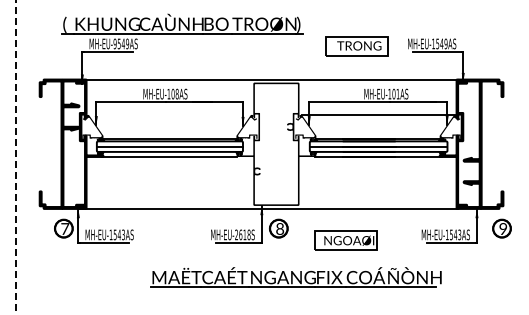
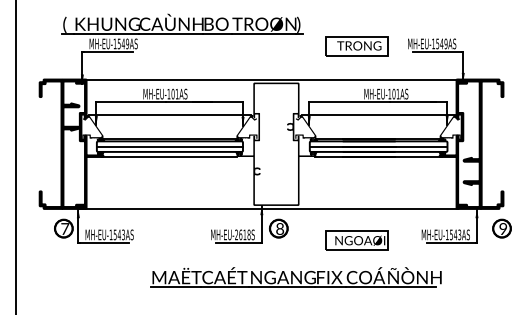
text at (114, 43): MH-EU-9549AS -> MH-EU-1549AS
text at (176, 93): MH-EU-108AS -> MH-EU-101AS
line at (169, 114): none -> present
line at (15, 157): dashed -> solid
part at (345, 240) position: (345, 240) -> (356, 240)
